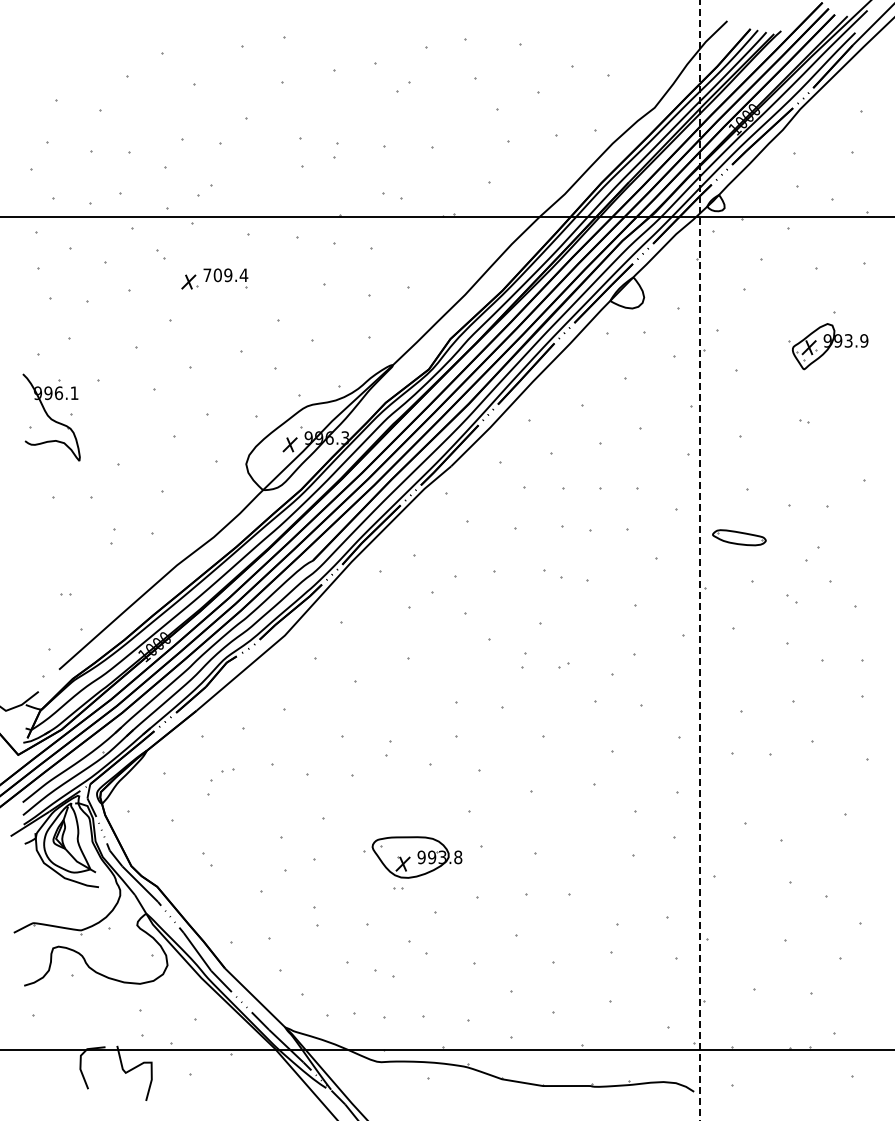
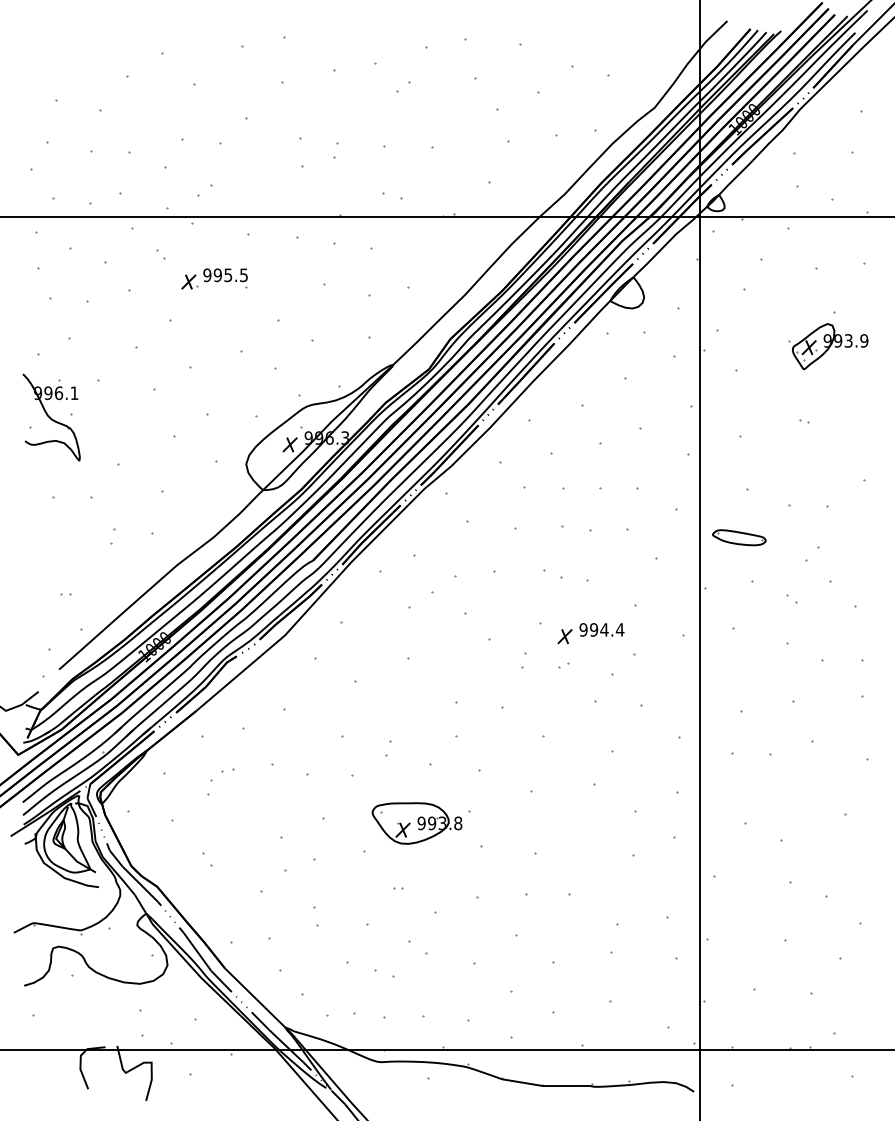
text at (225, 275): 709.4 -> 995.5
line at (699, 560): dashed -> solid
part at (590, 633): none -> present
part at (416, 857) position: (416, 857) -> (416, 823)
